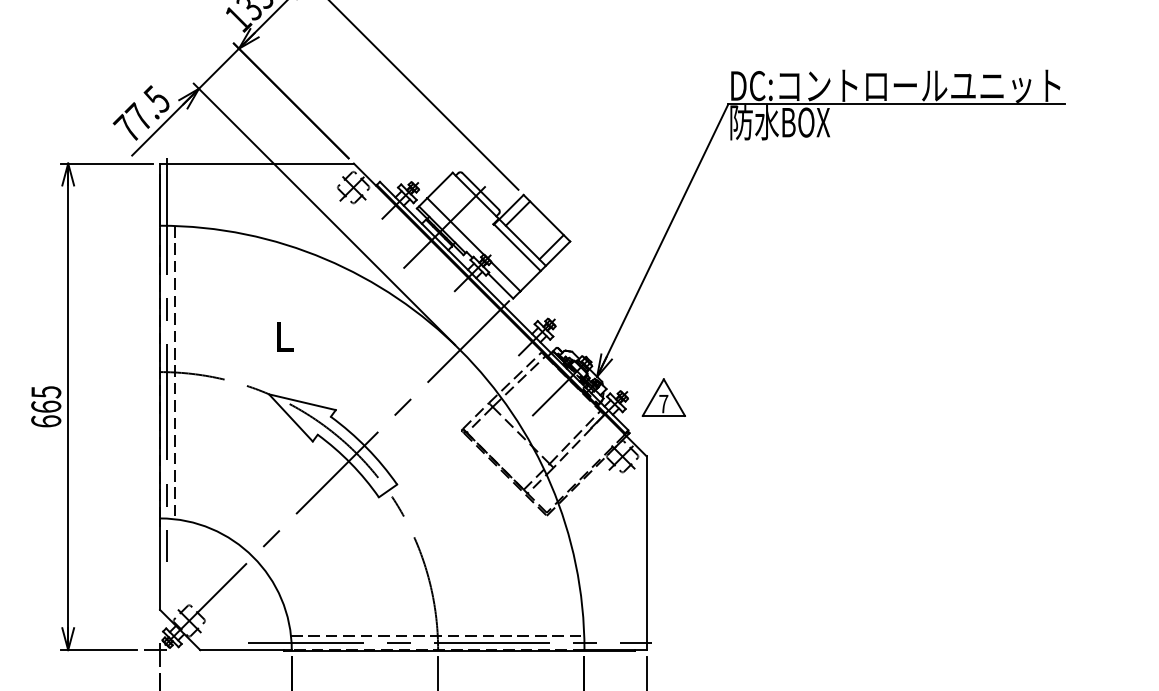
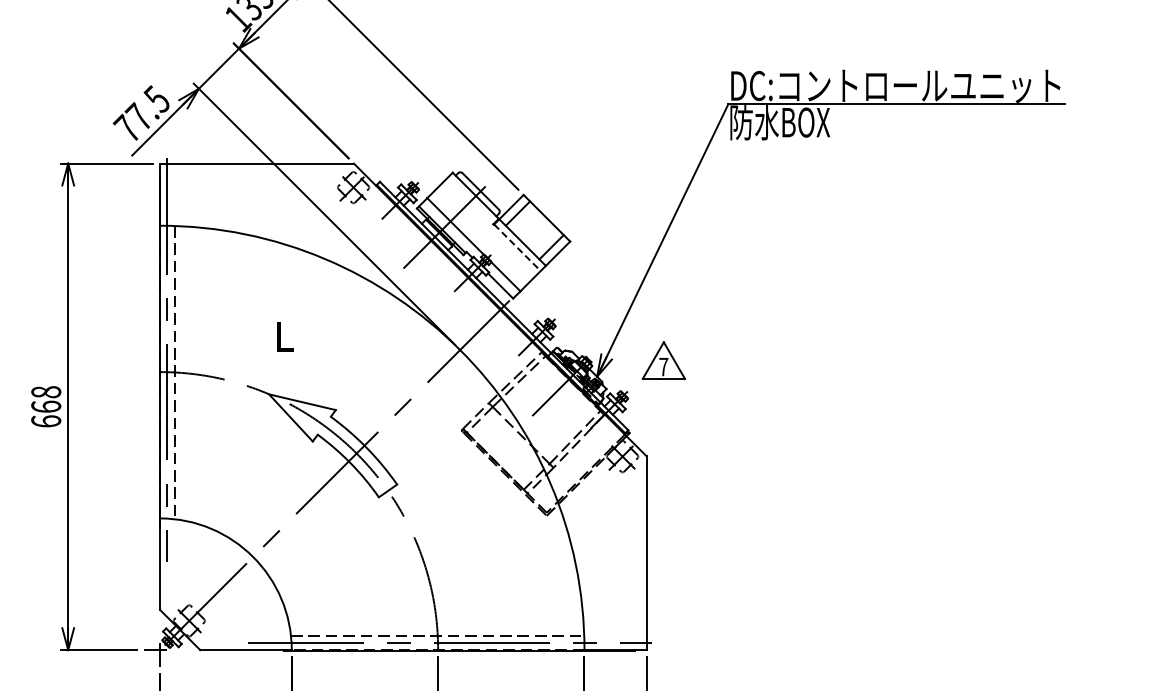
line at (517, 247): solid -> dashed
text at (46, 392): 665 -> 668
part at (663, 397) position: (663, 397) -> (663, 360)
